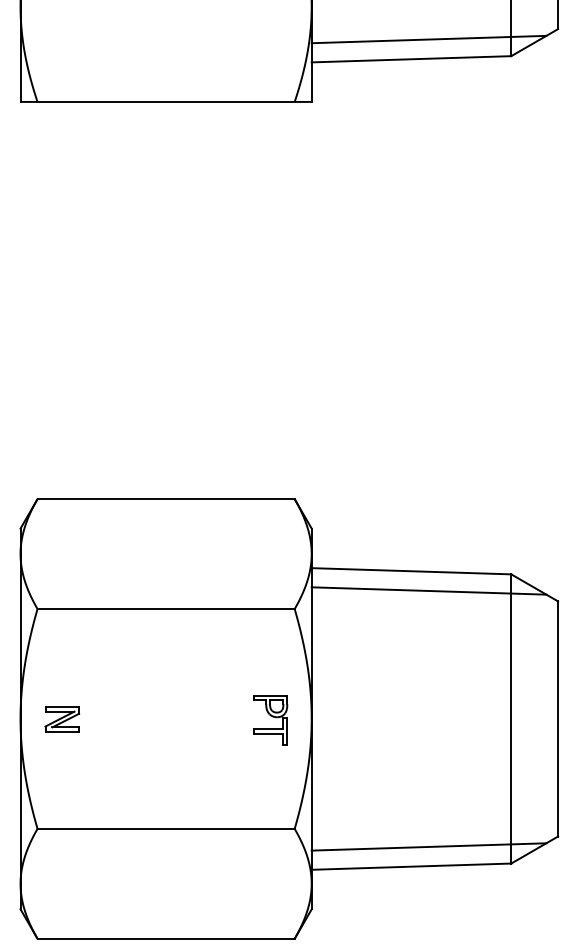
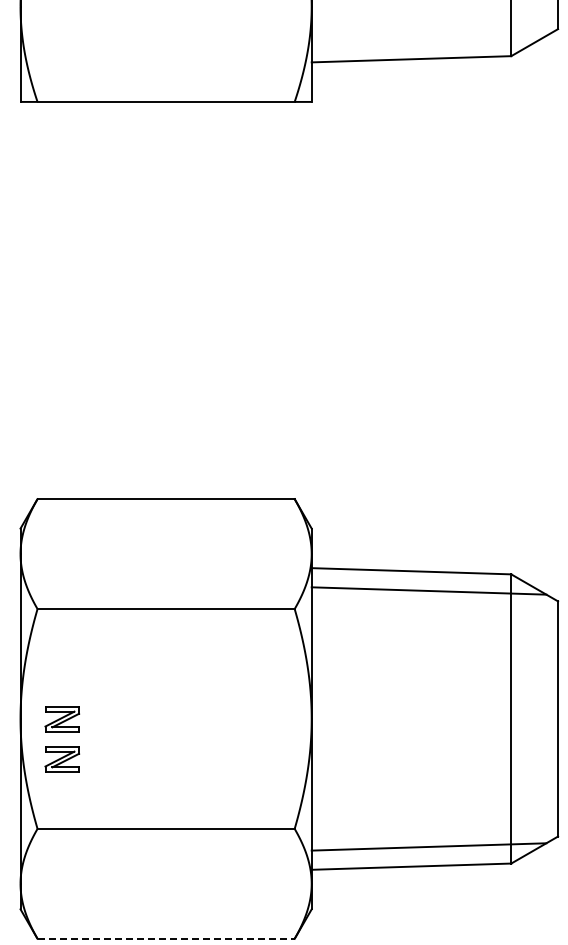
line at (428, 39): present -> none
part at (270, 720): present -> none
part at (61, 759): none -> present
line at (166, 938): solid -> dashed
